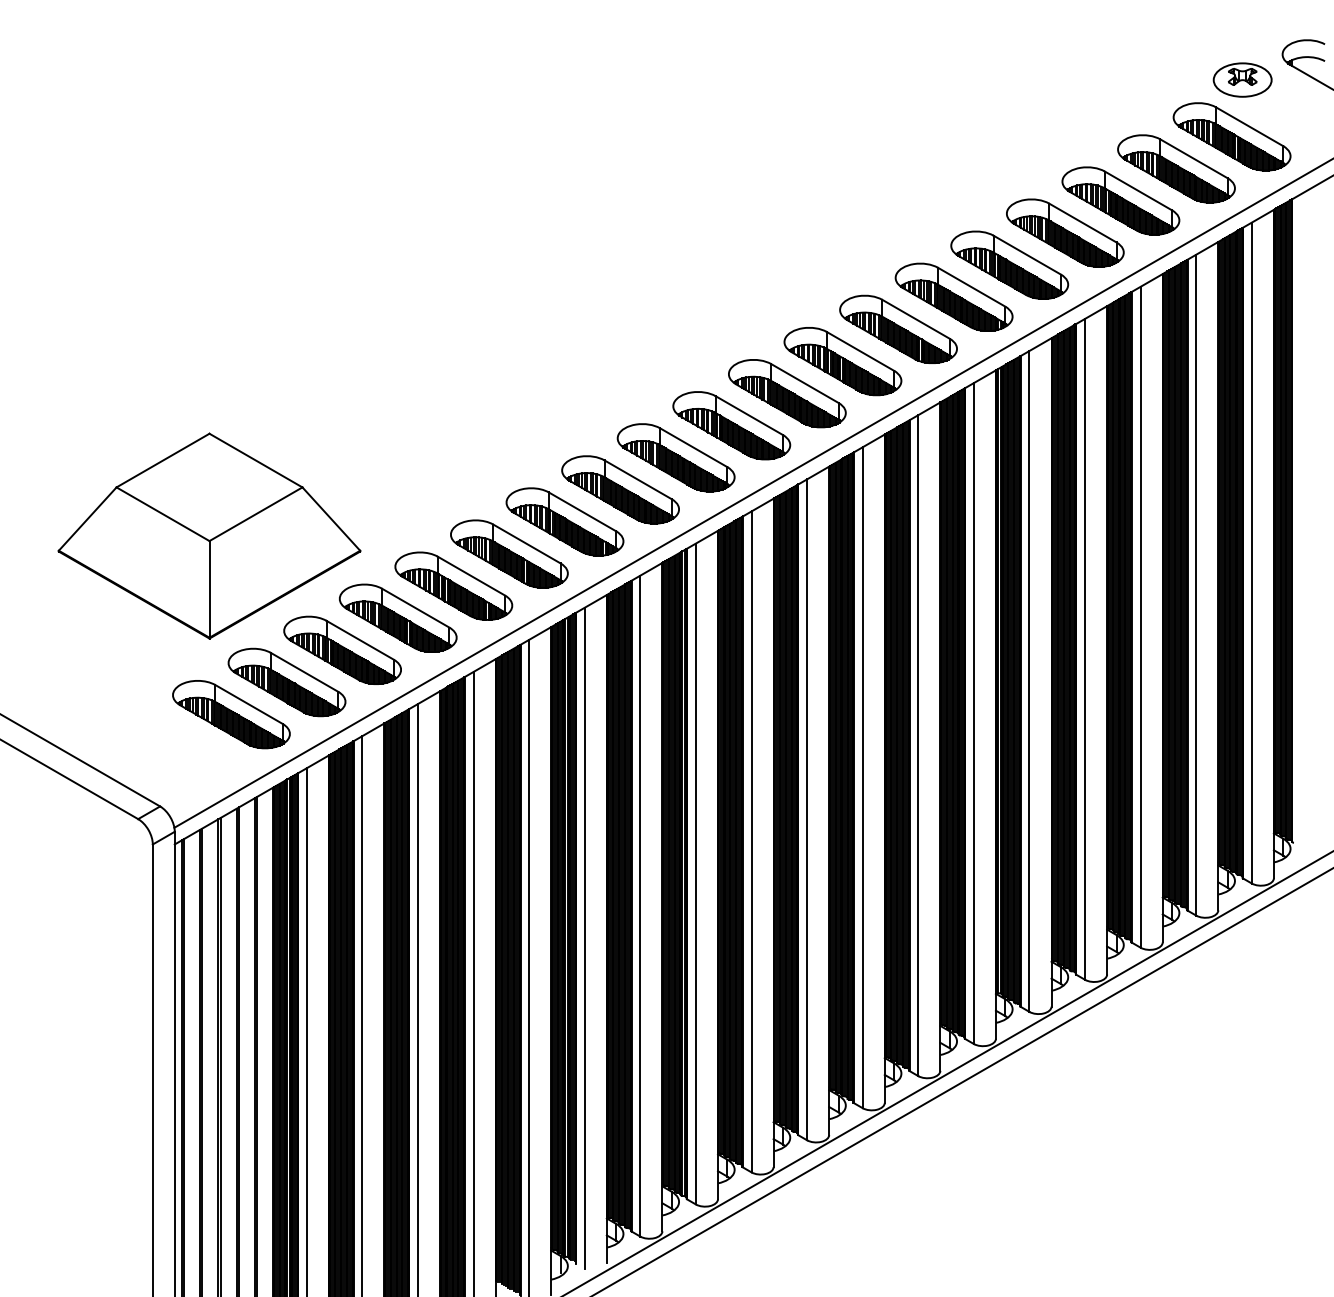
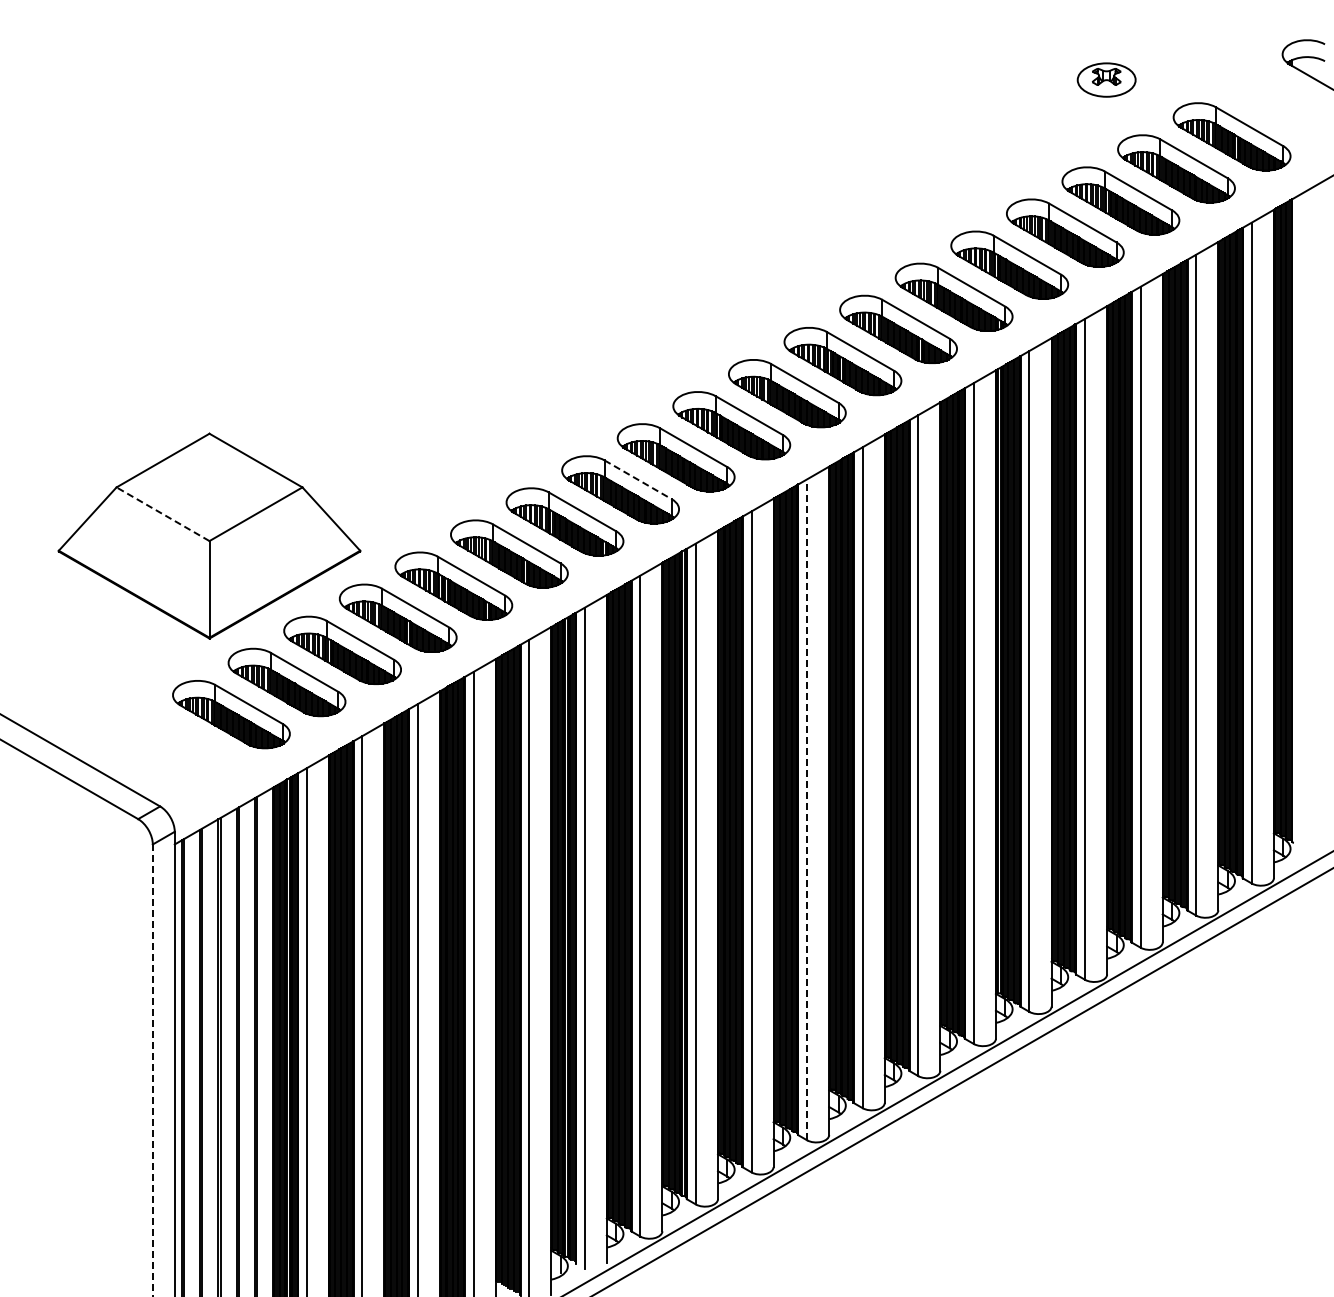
part at (1242, 79) position: (1242, 79) -> (1106, 79)
line at (638, 479): solid -> dashed
line at (752, 493): present -> none
line at (163, 514): solid -> dashed
line at (807, 809): solid -> dashed
line at (152, 1070): solid -> dashed
